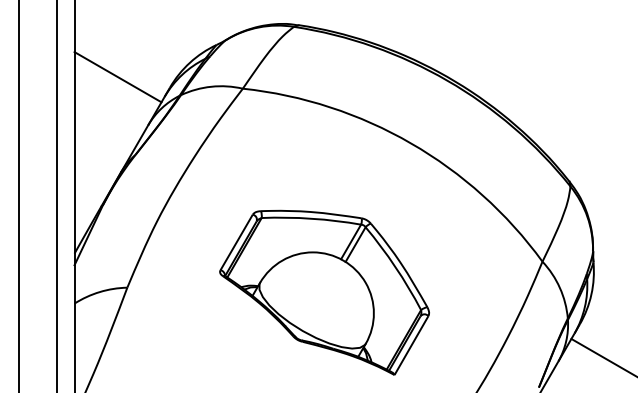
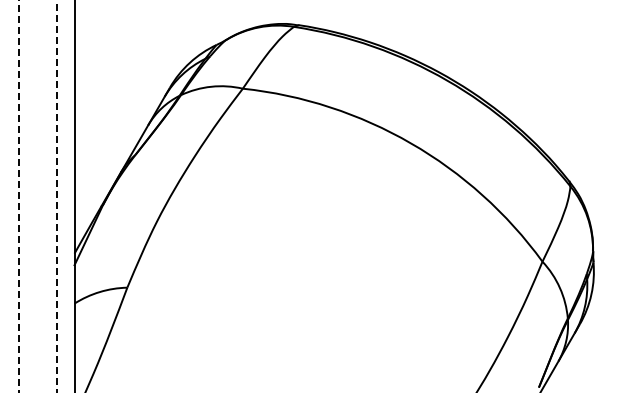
line at (117, 77): present -> none
line at (19, 196): solid -> dashed
line at (56, 196): solid -> dashed
part at (324, 292): present -> none
line at (602, 356): present -> none
